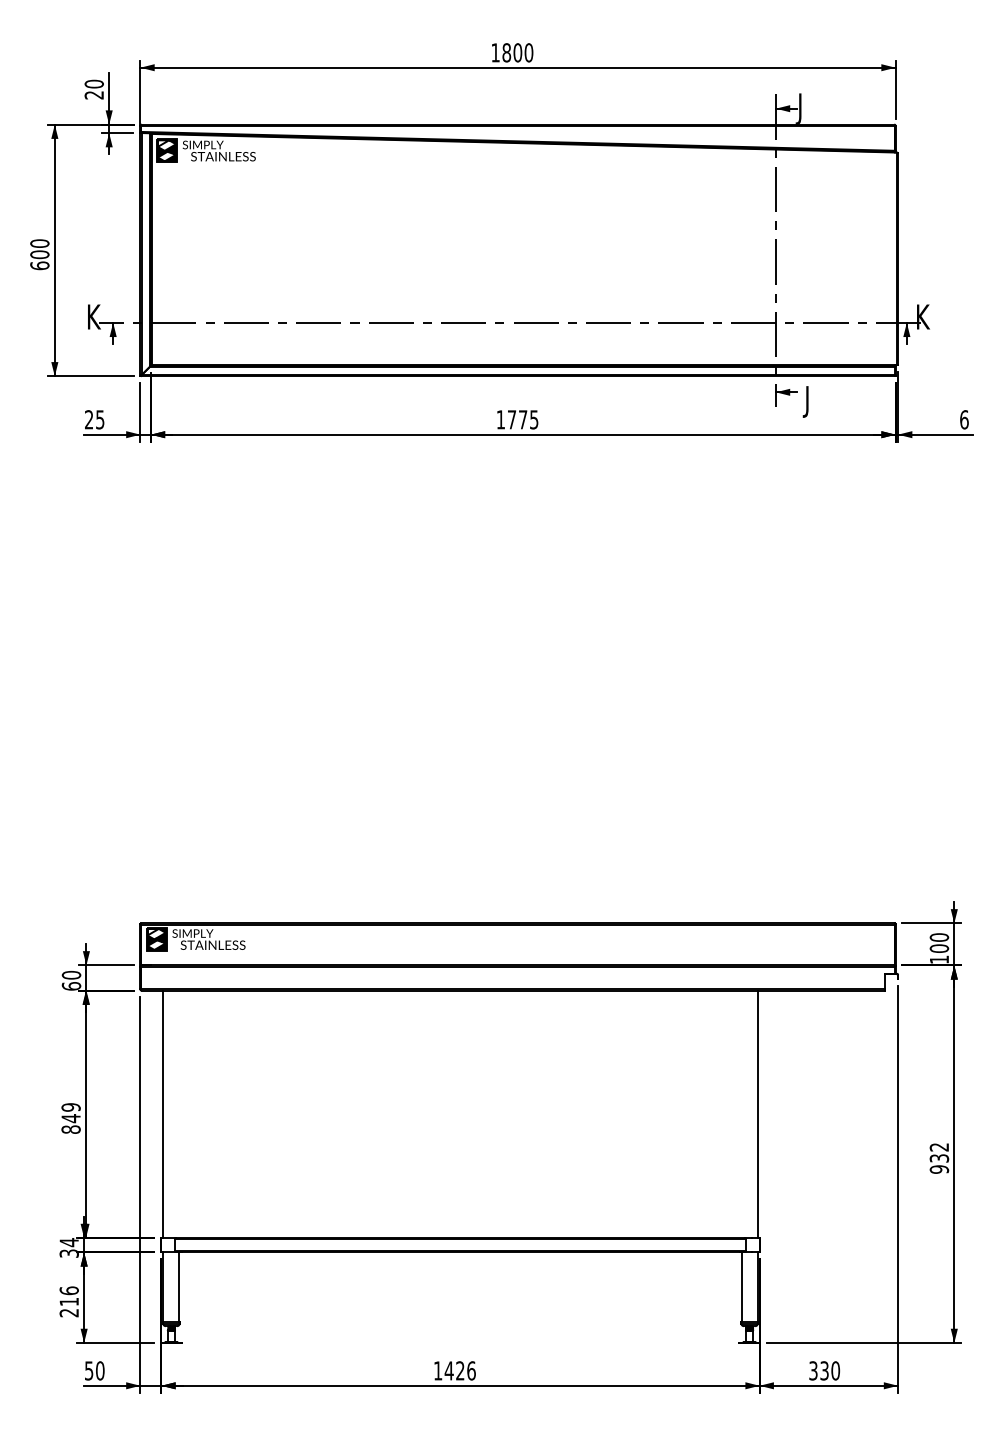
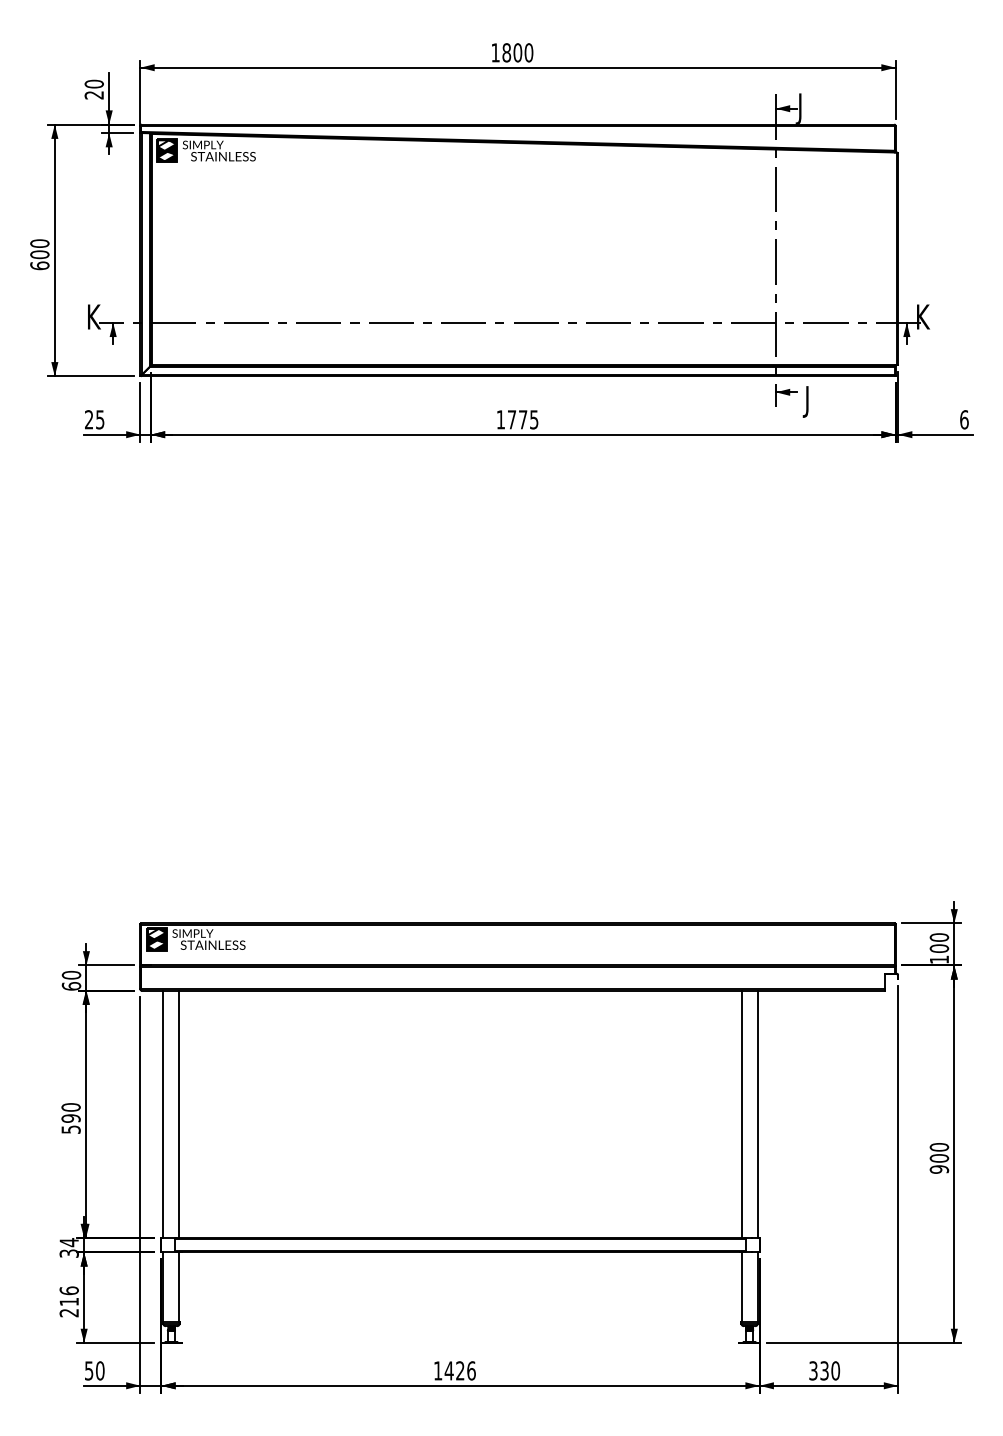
line at (179, 1114): none -> present
line at (741, 1114): none -> present
text at (70, 1118): 849 -> 590
text at (939, 1152): 932 -> 900
